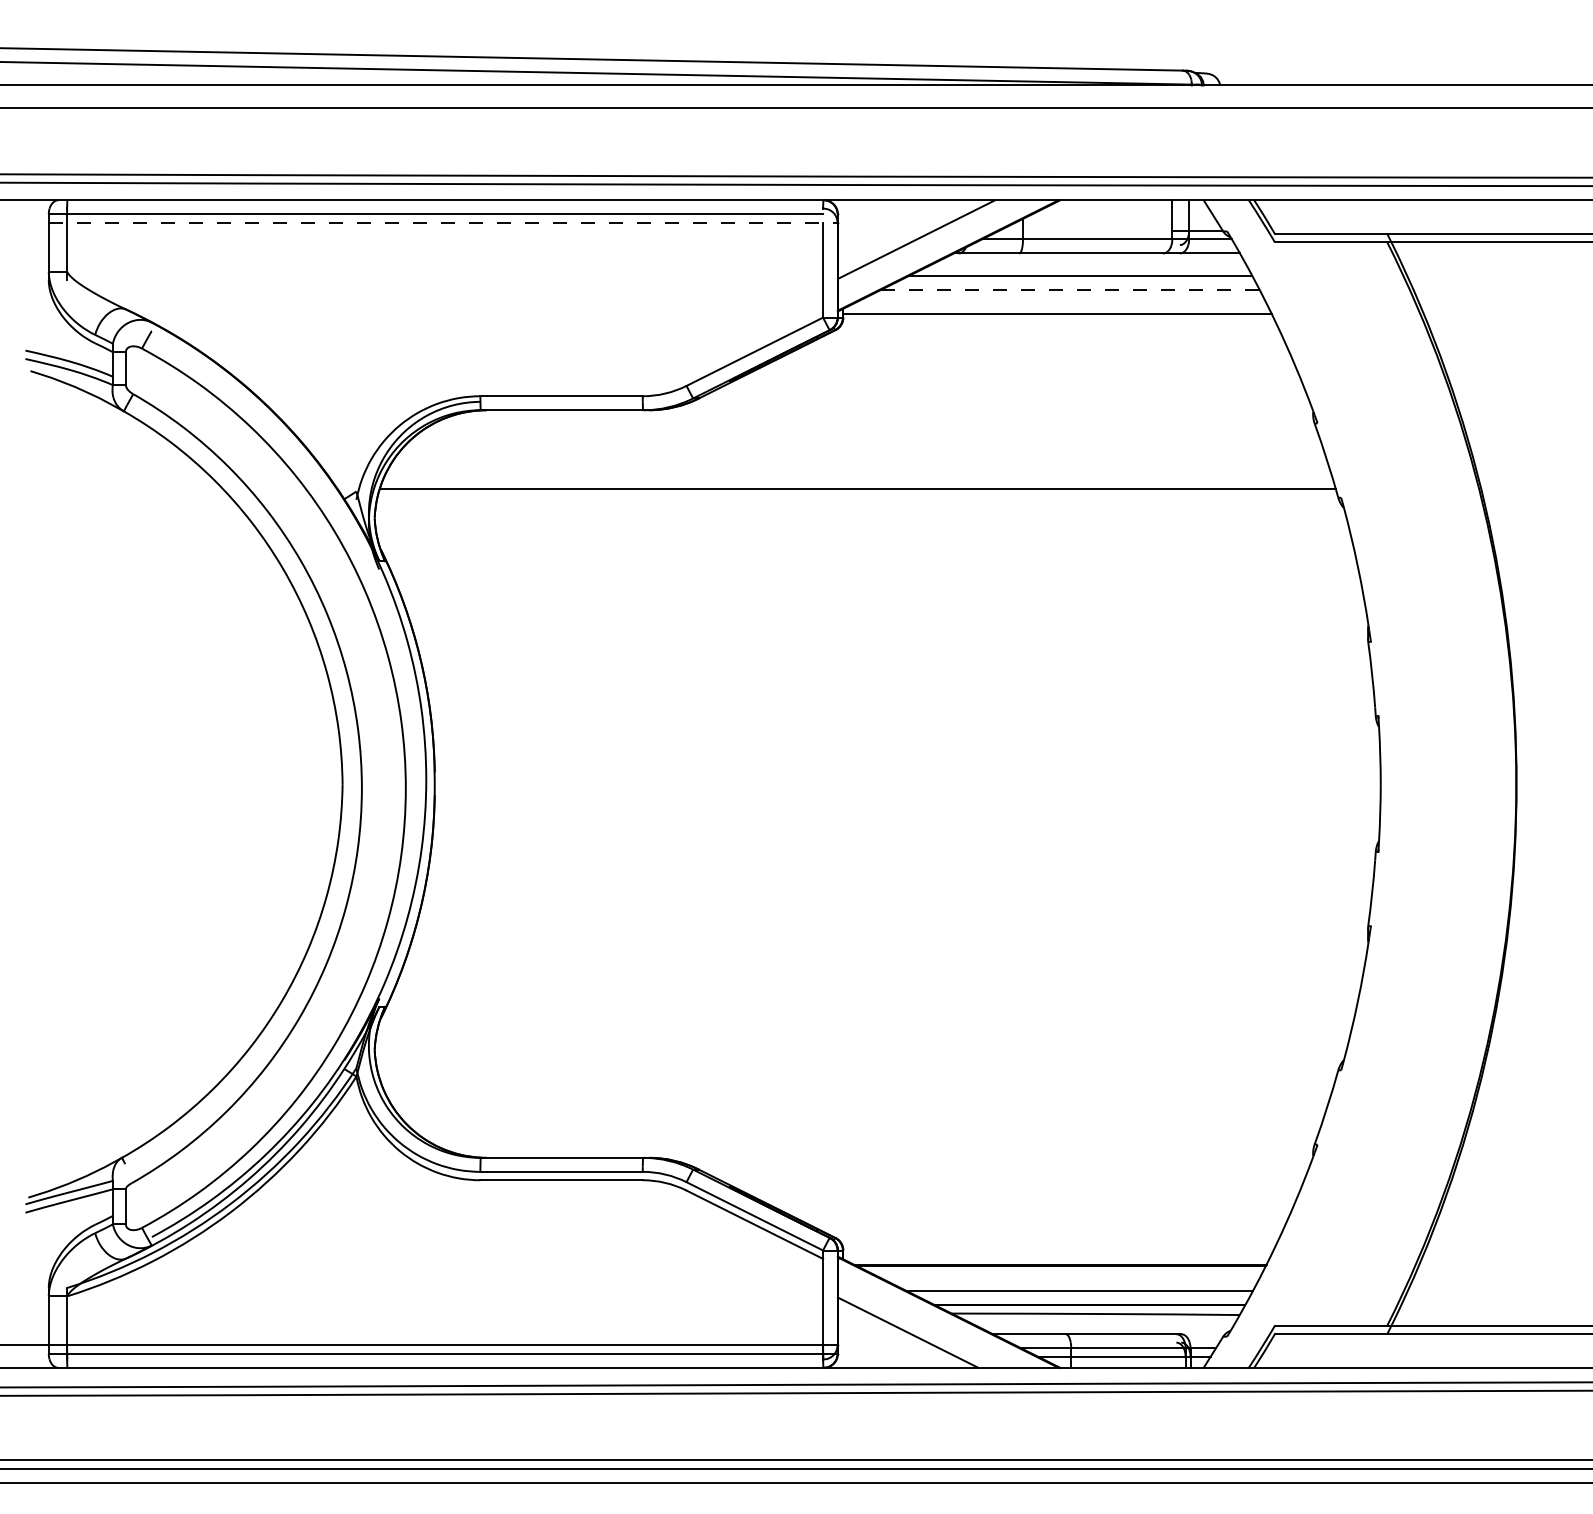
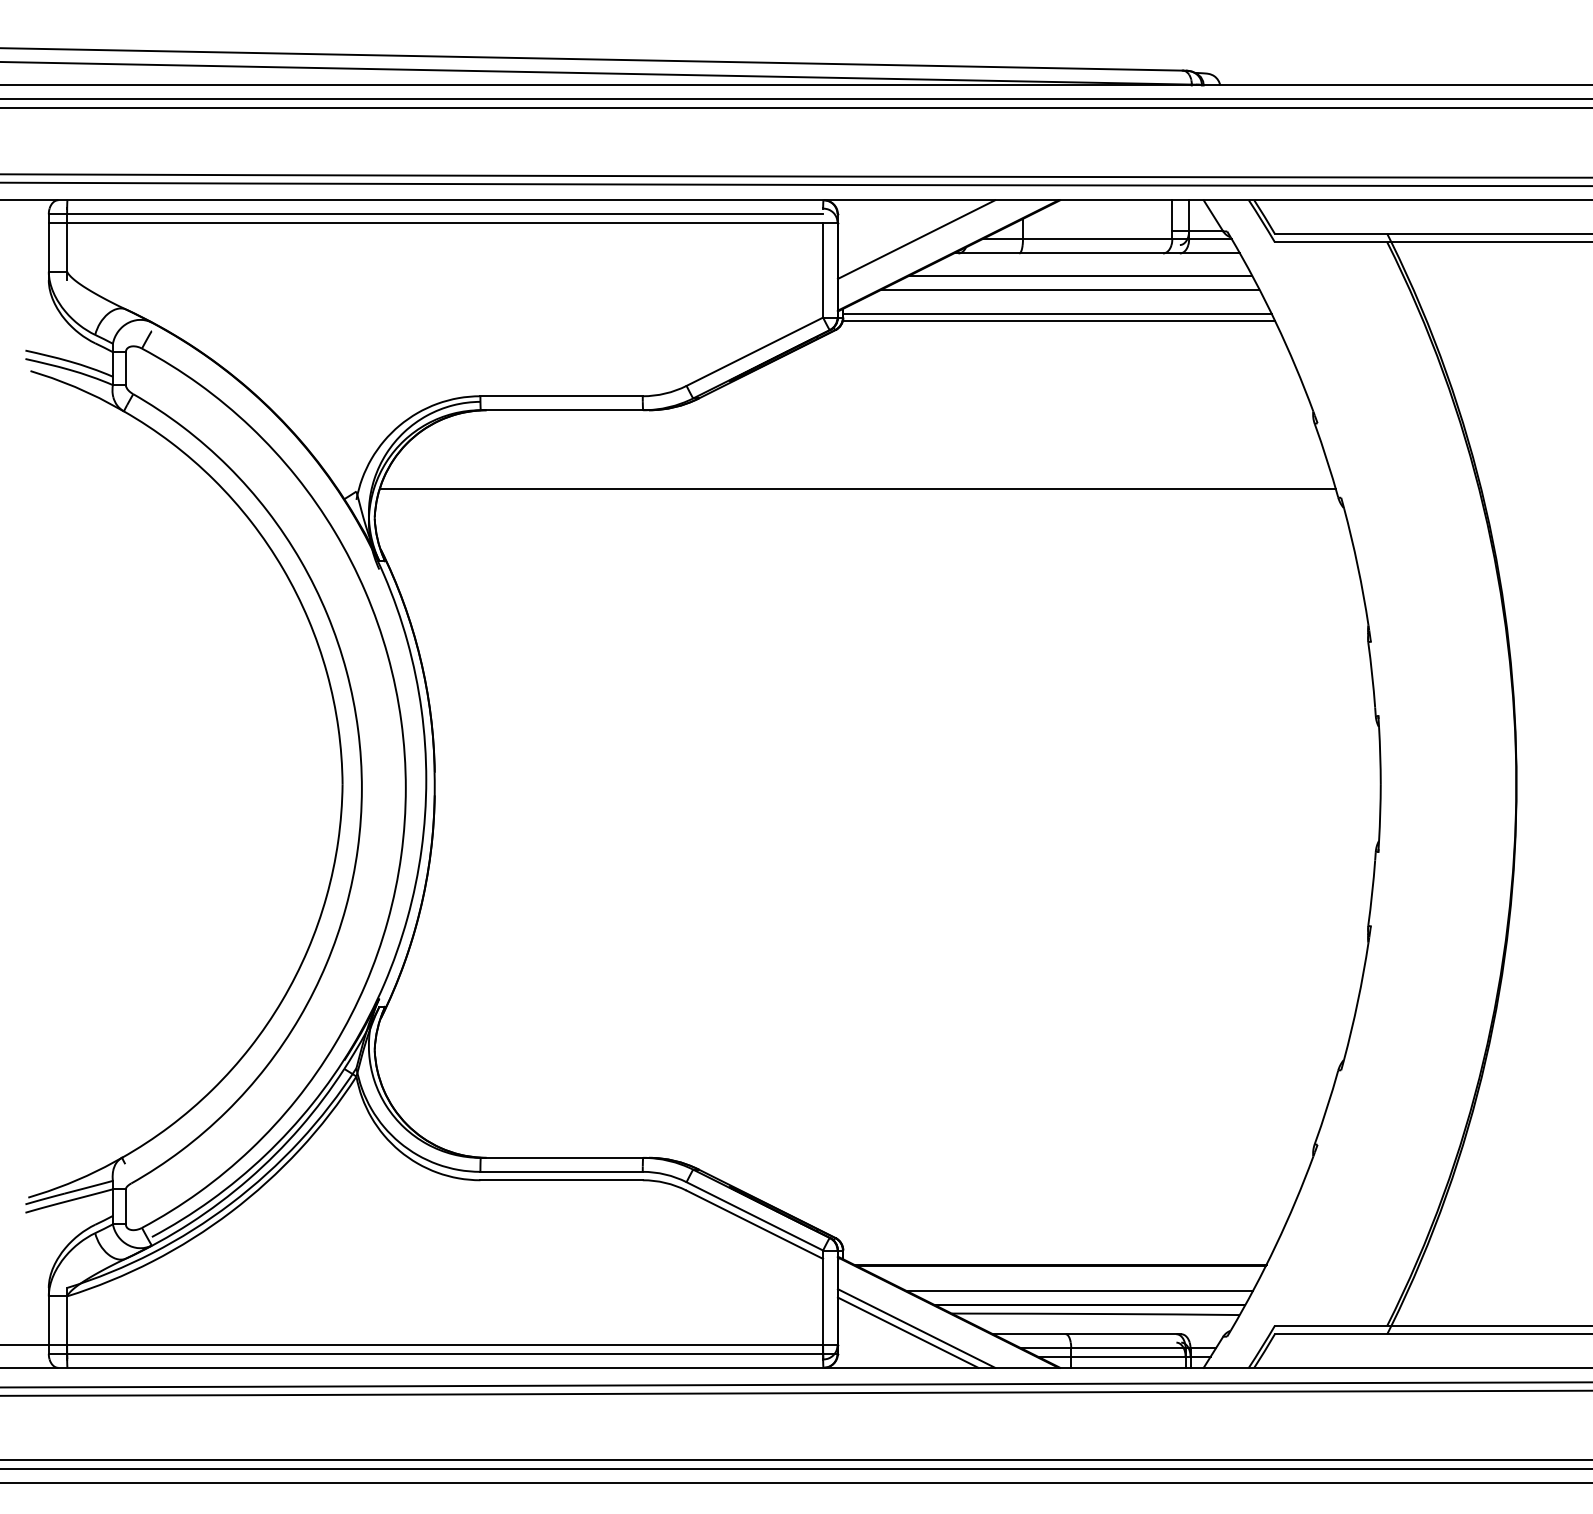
line at (795, 99): none -> present
line at (443, 222): dashed -> solid
line at (1070, 289): dashed -> solid
line at (1058, 321): none -> present
line at (916, 1328): none -> present
